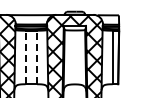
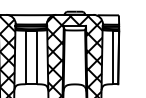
line at (25, 57): dashed -> solid
line at (37, 57): dashed -> solid
